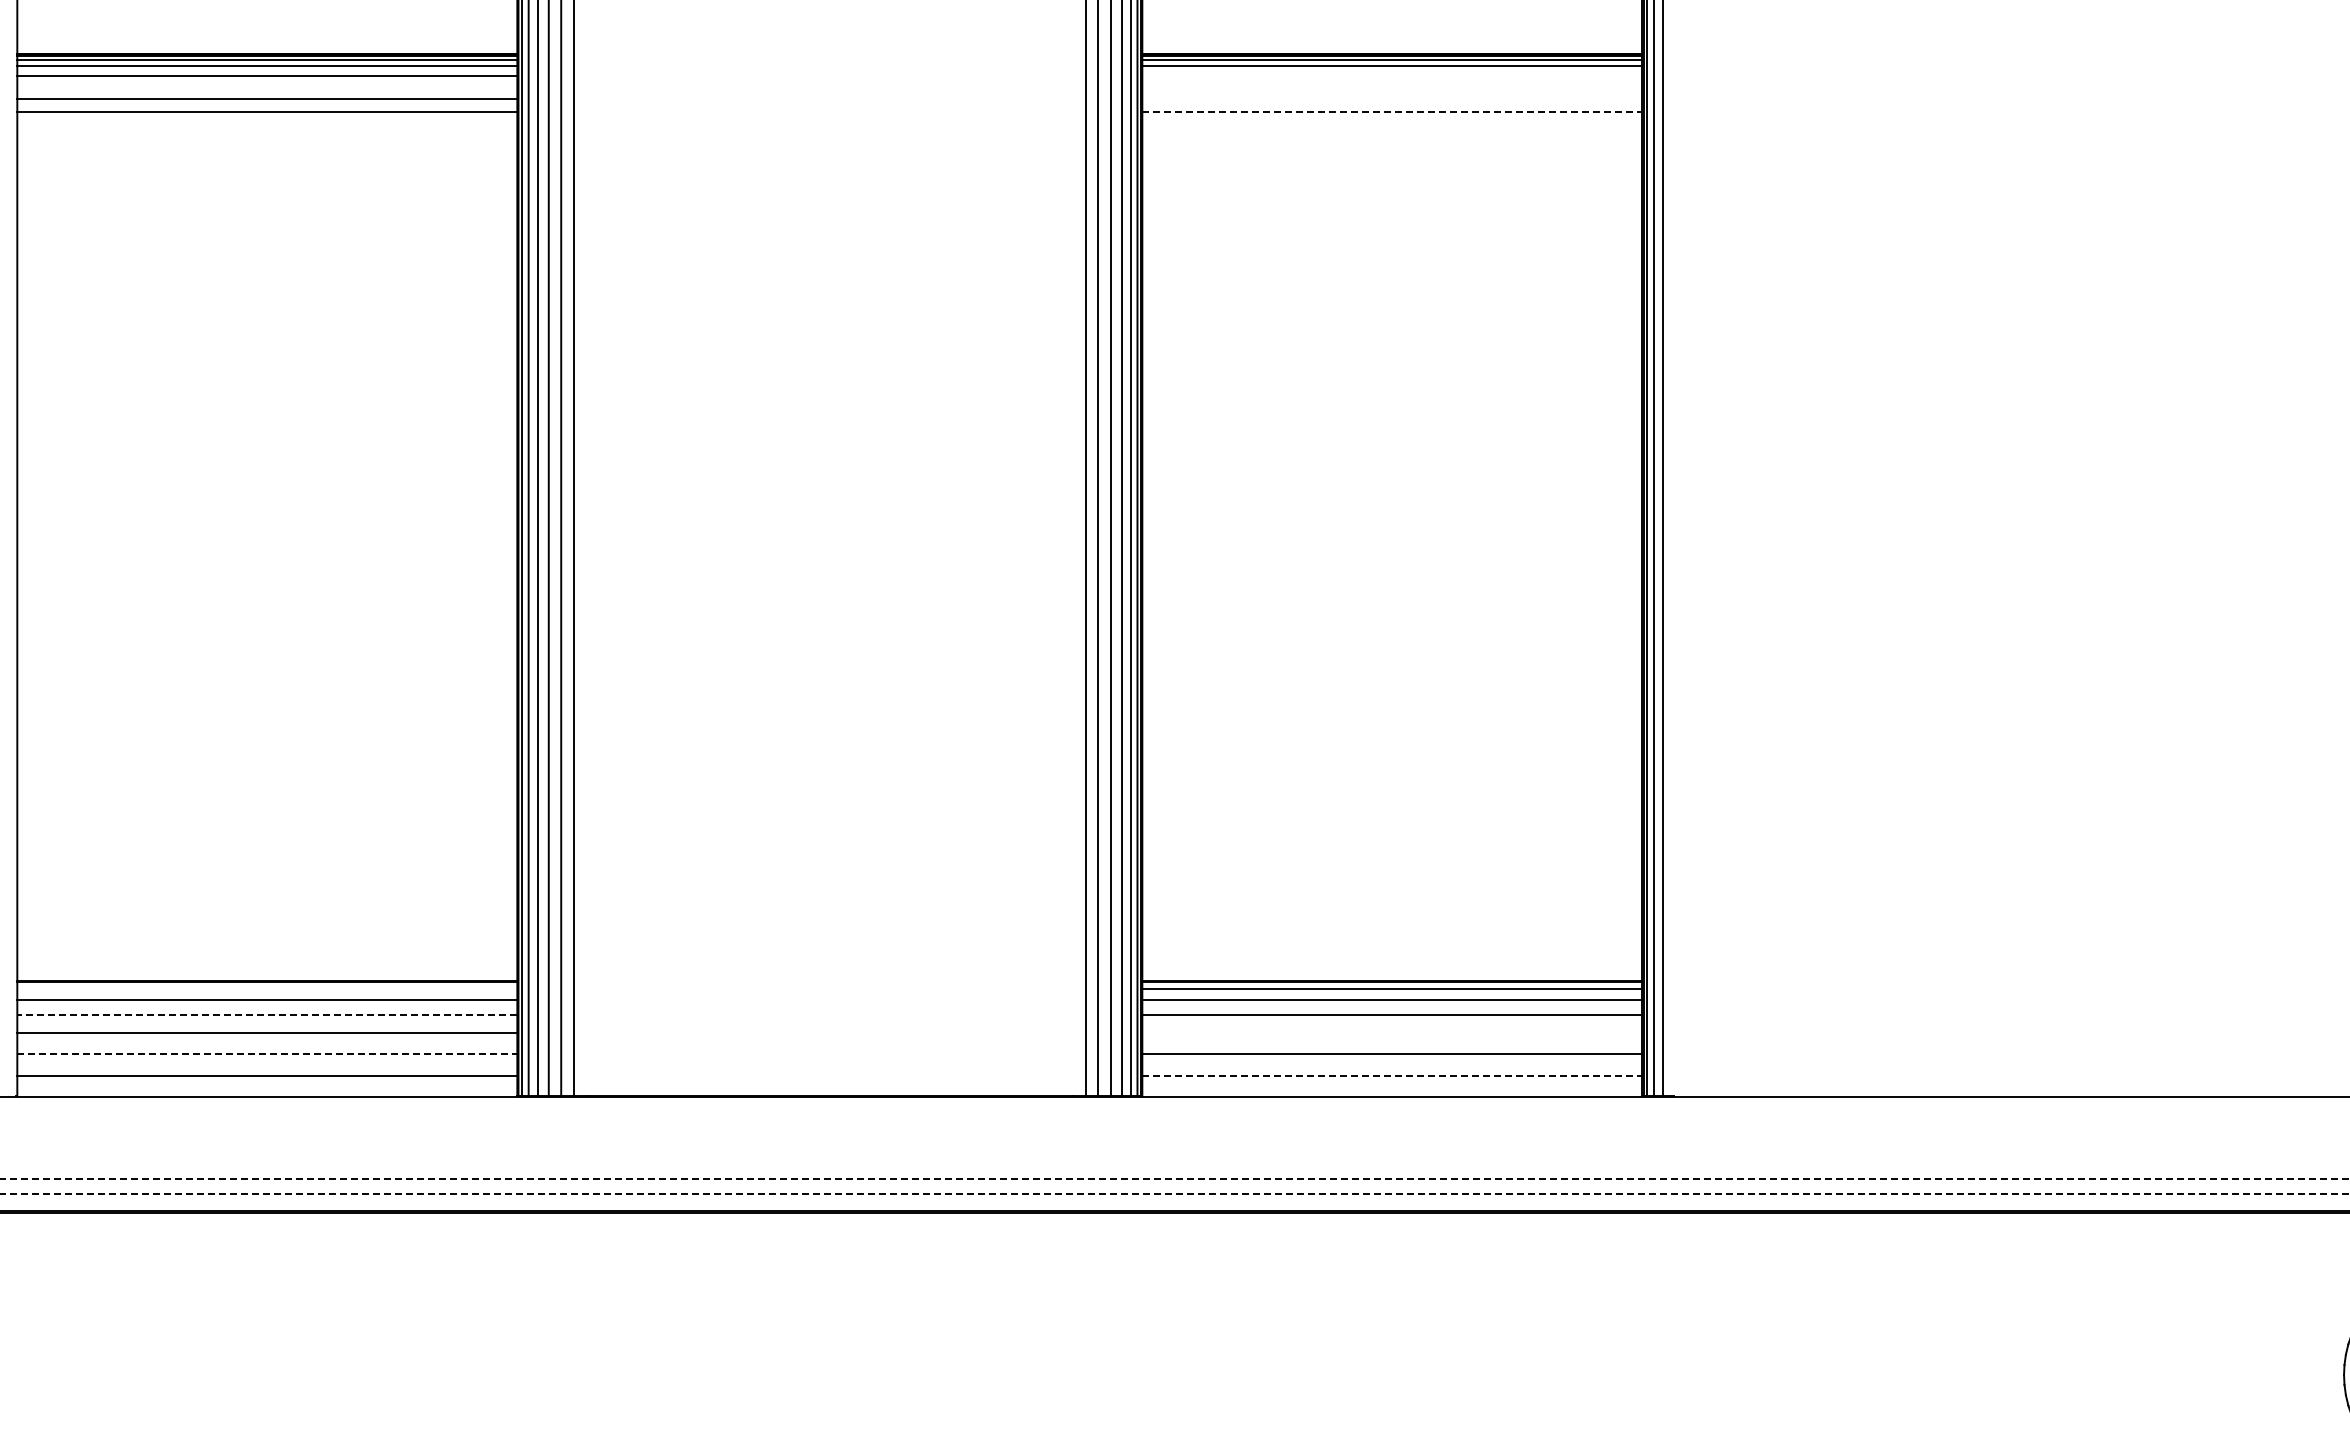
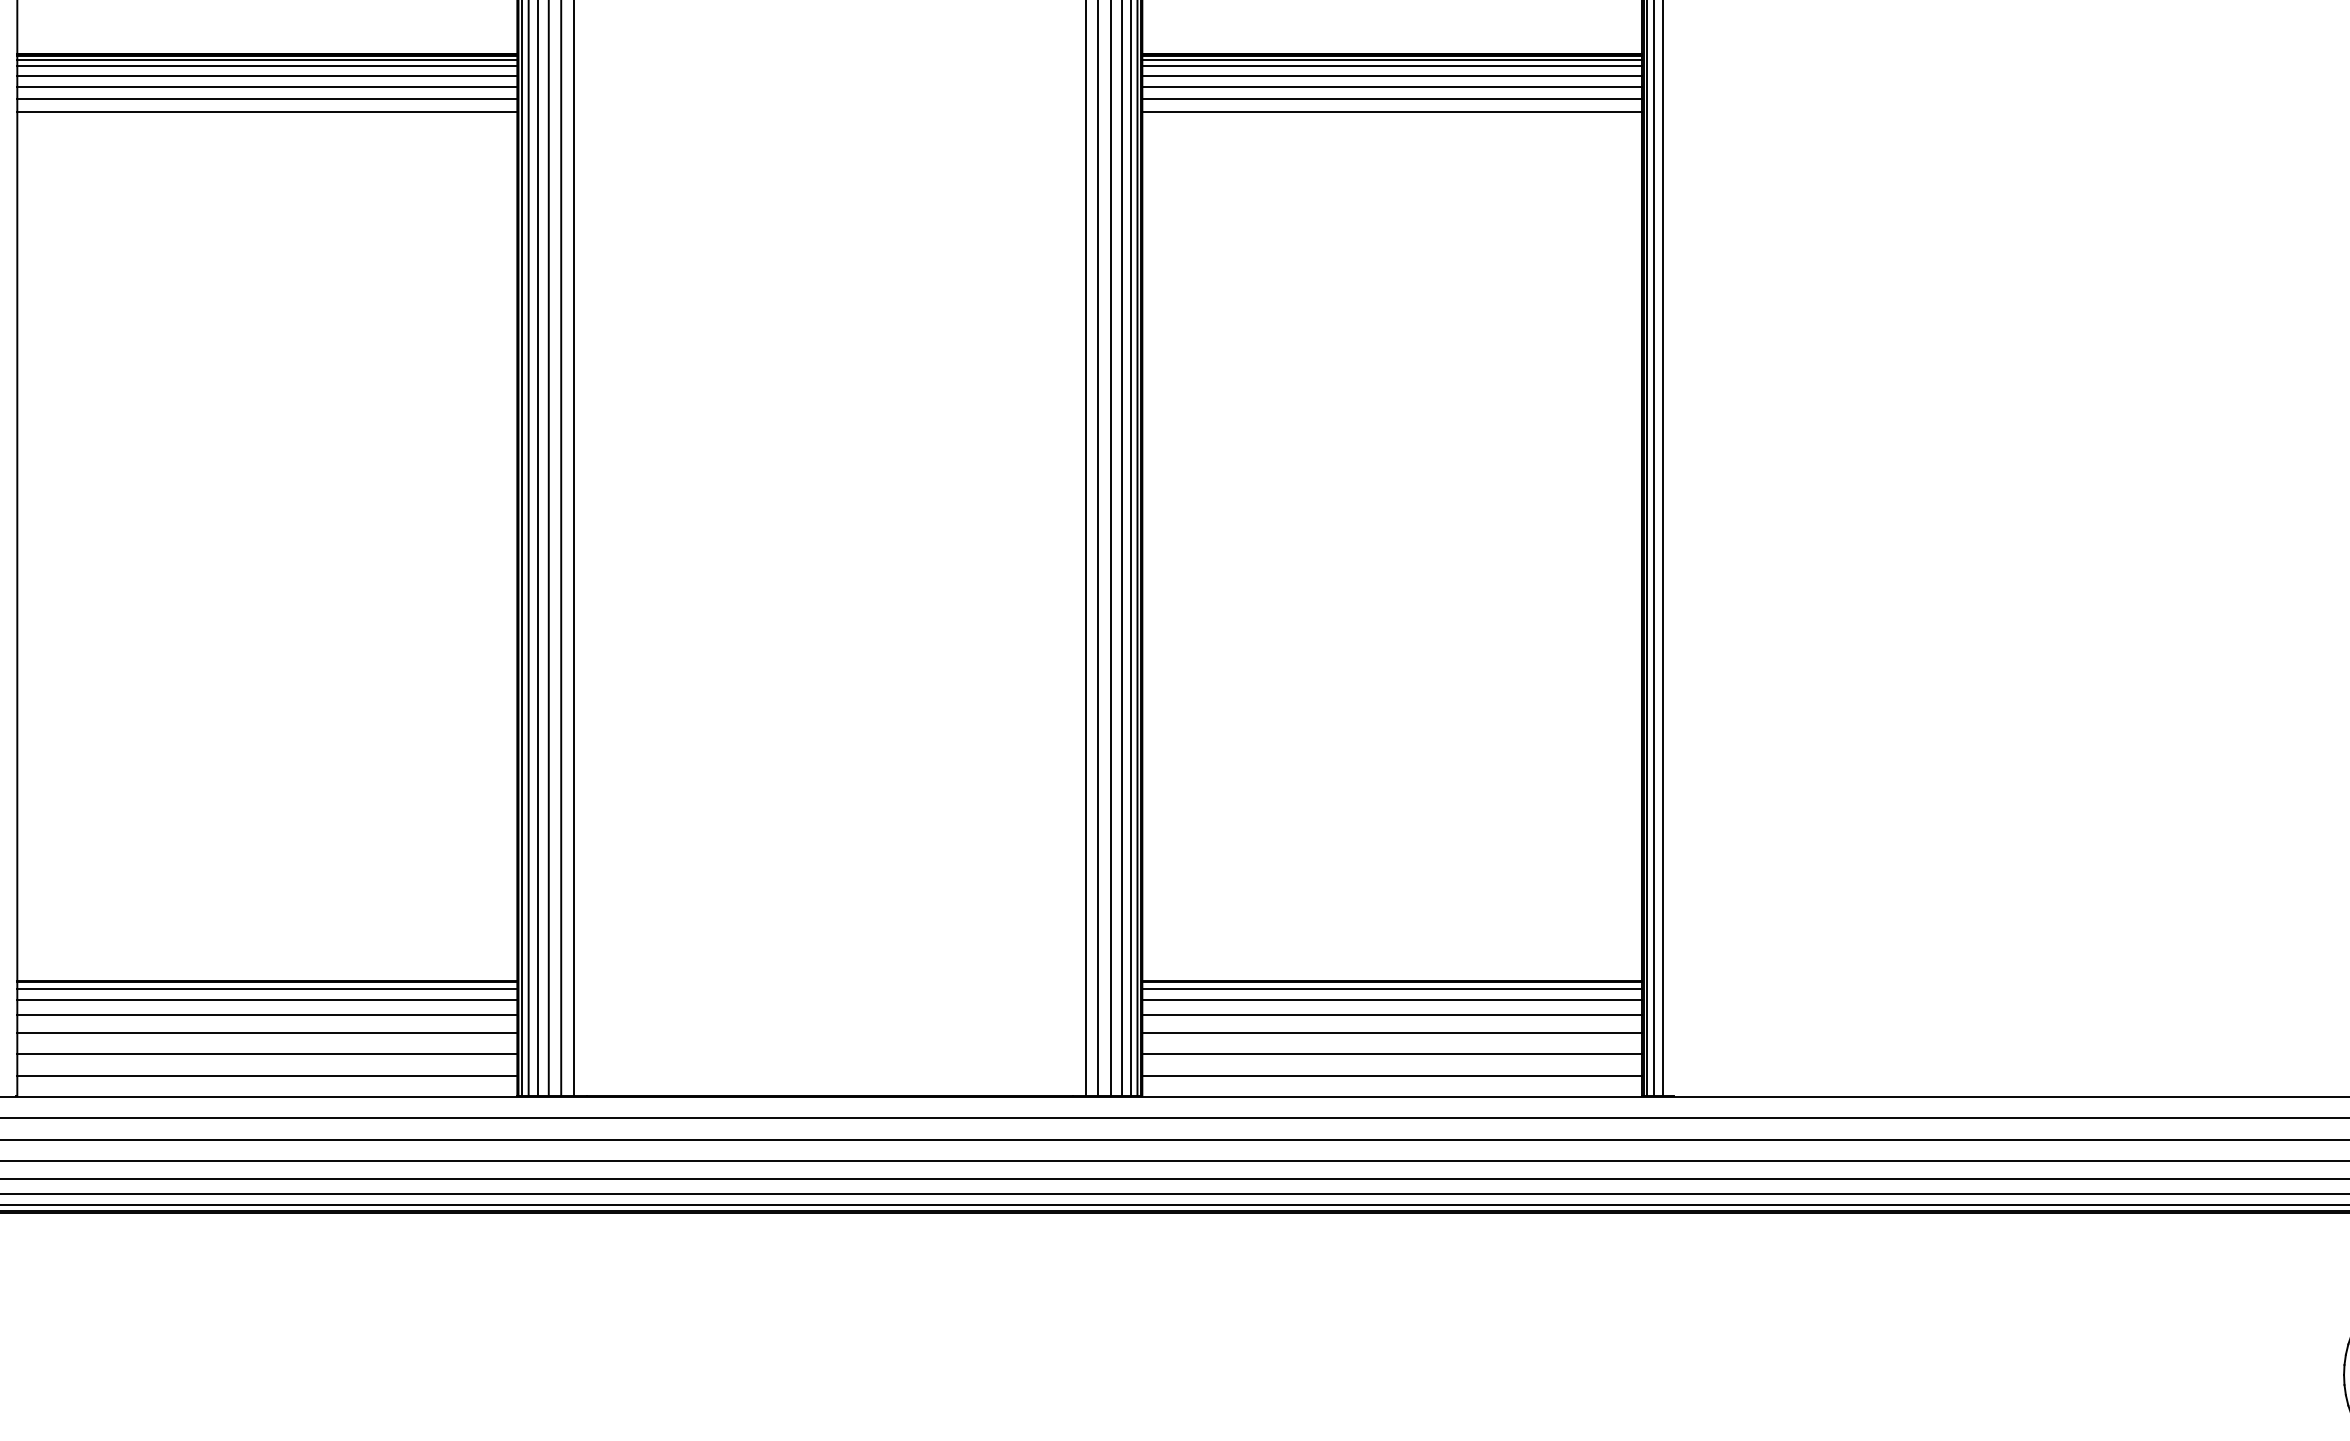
line at (1392, 75): none -> present
line at (267, 86): none -> present
line at (1392, 86): none -> present
line at (1392, 99): none -> present
line at (1392, 111): dashed -> solid
line at (267, 988): none -> present
line at (266, 1014): dashed -> solid
line at (1392, 1033): none -> present
line at (267, 1054): dashed -> solid
line at (1392, 1075): dashed -> solid
line at (1174, 1118): none -> present
line at (1174, 1139): none -> present
line at (1174, 1160): none -> present
line at (1174, 1179): dashed -> solid
line at (1174, 1194): dashed -> solid
line at (1174, 1205): none -> present
